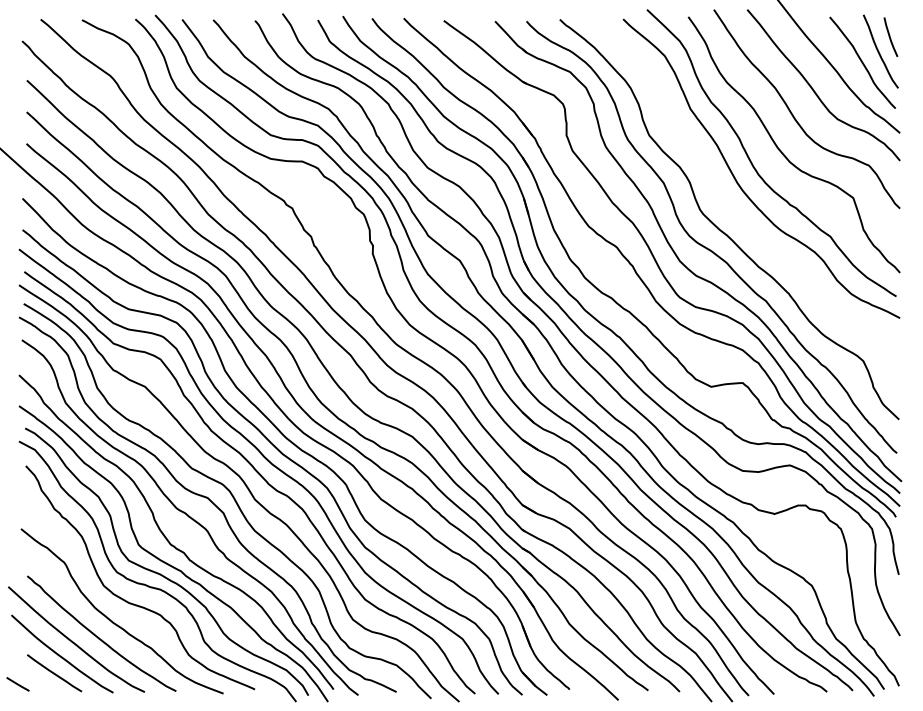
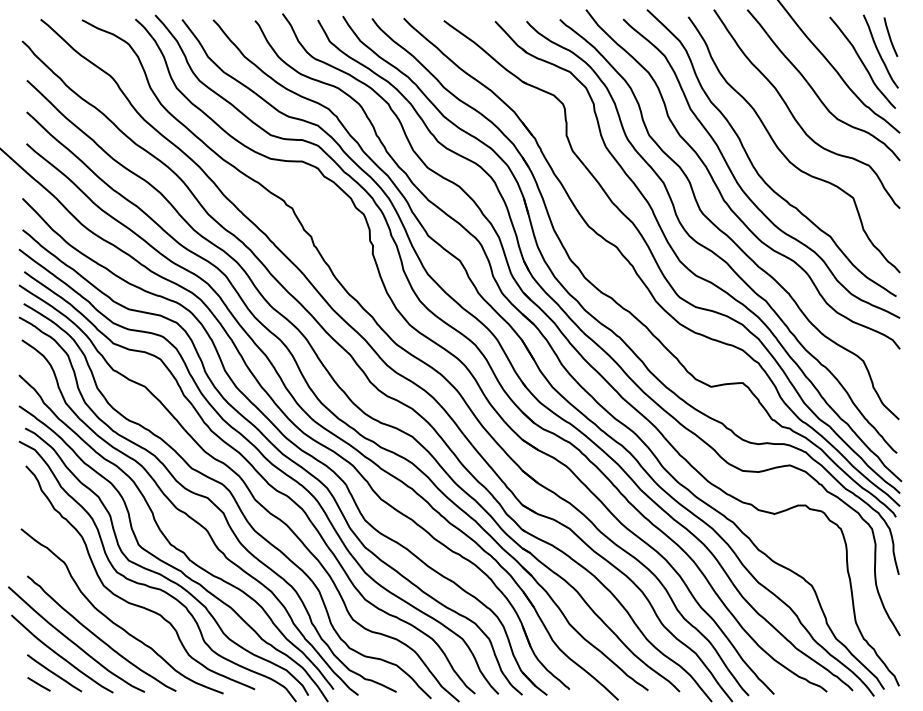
curve at (720, 191): none -> present
line at (17, 684) position: (17, 684) -> (38, 684)
